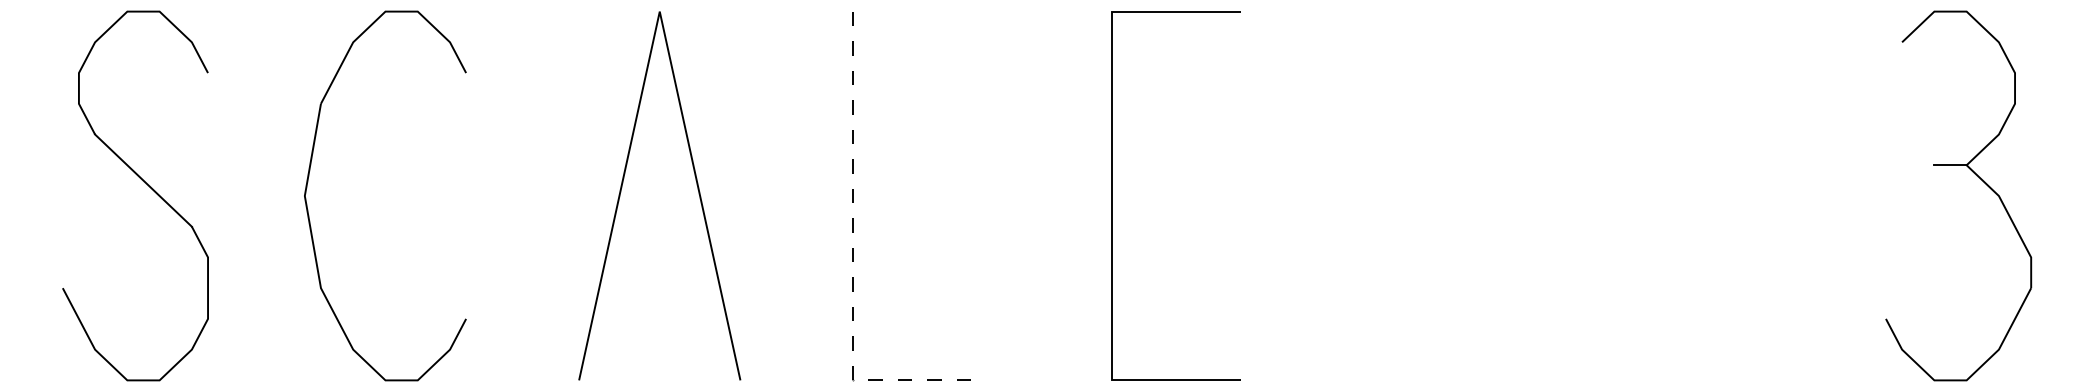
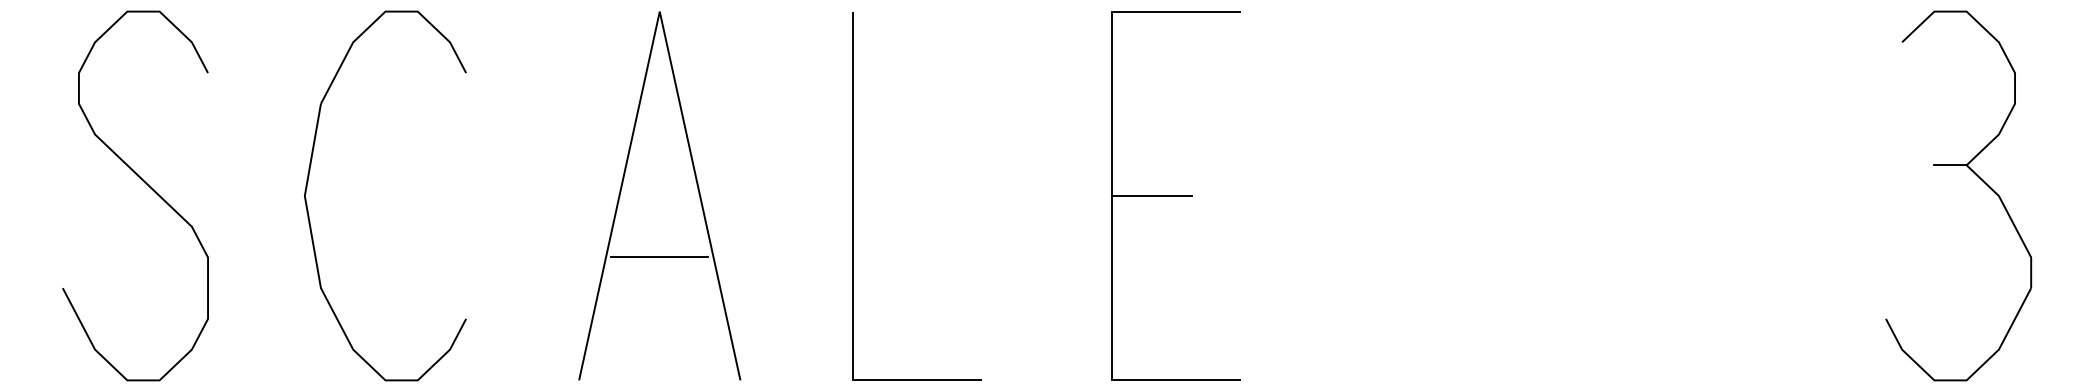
line at (1151, 196): none -> present
line at (659, 257): none -> present
line at (853, 261): dashed -> solid
